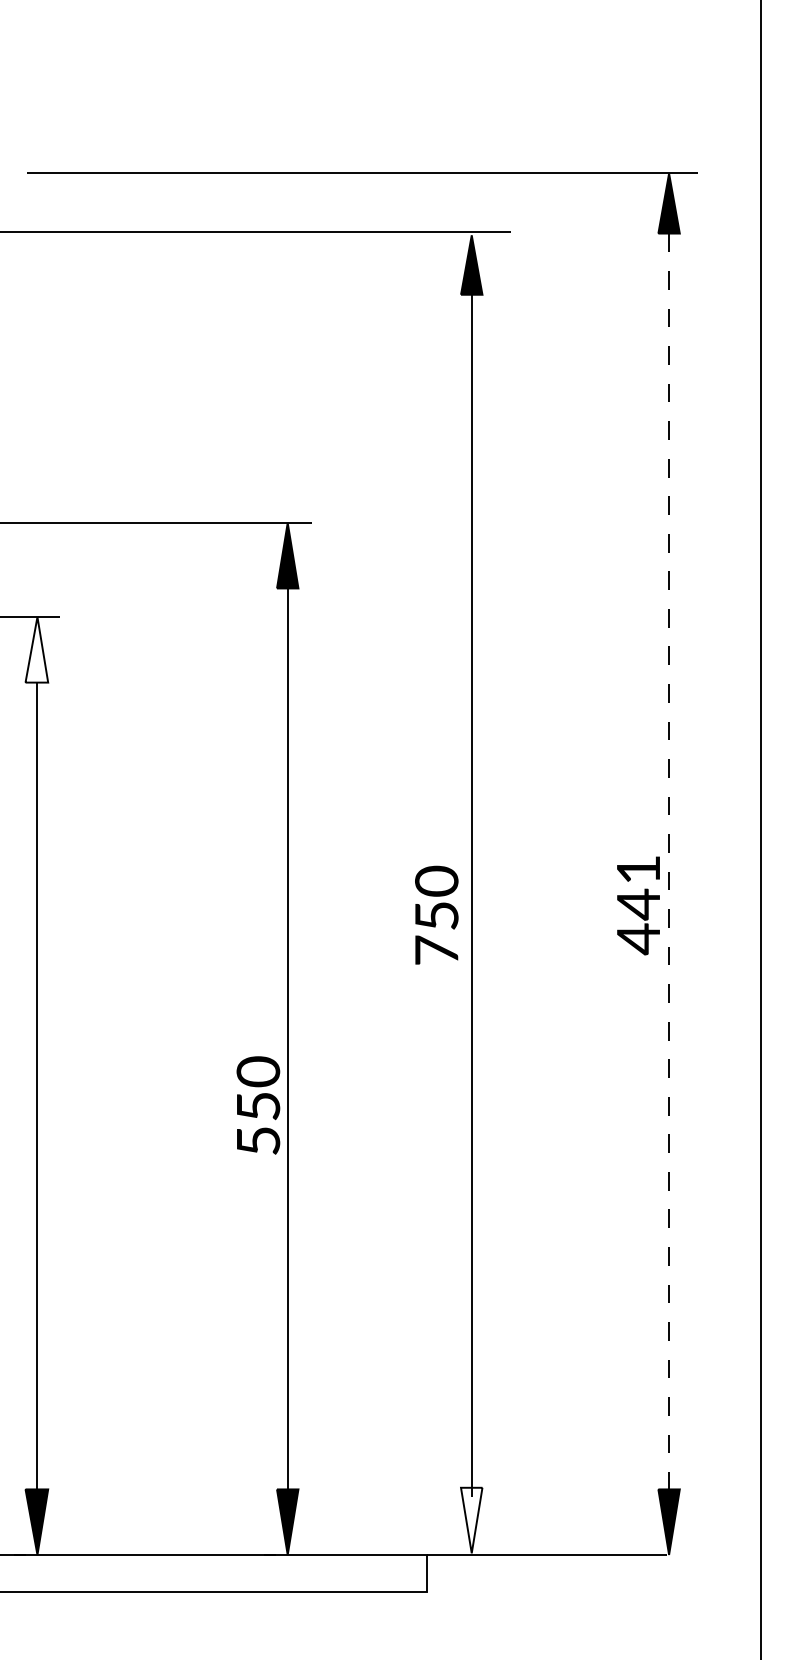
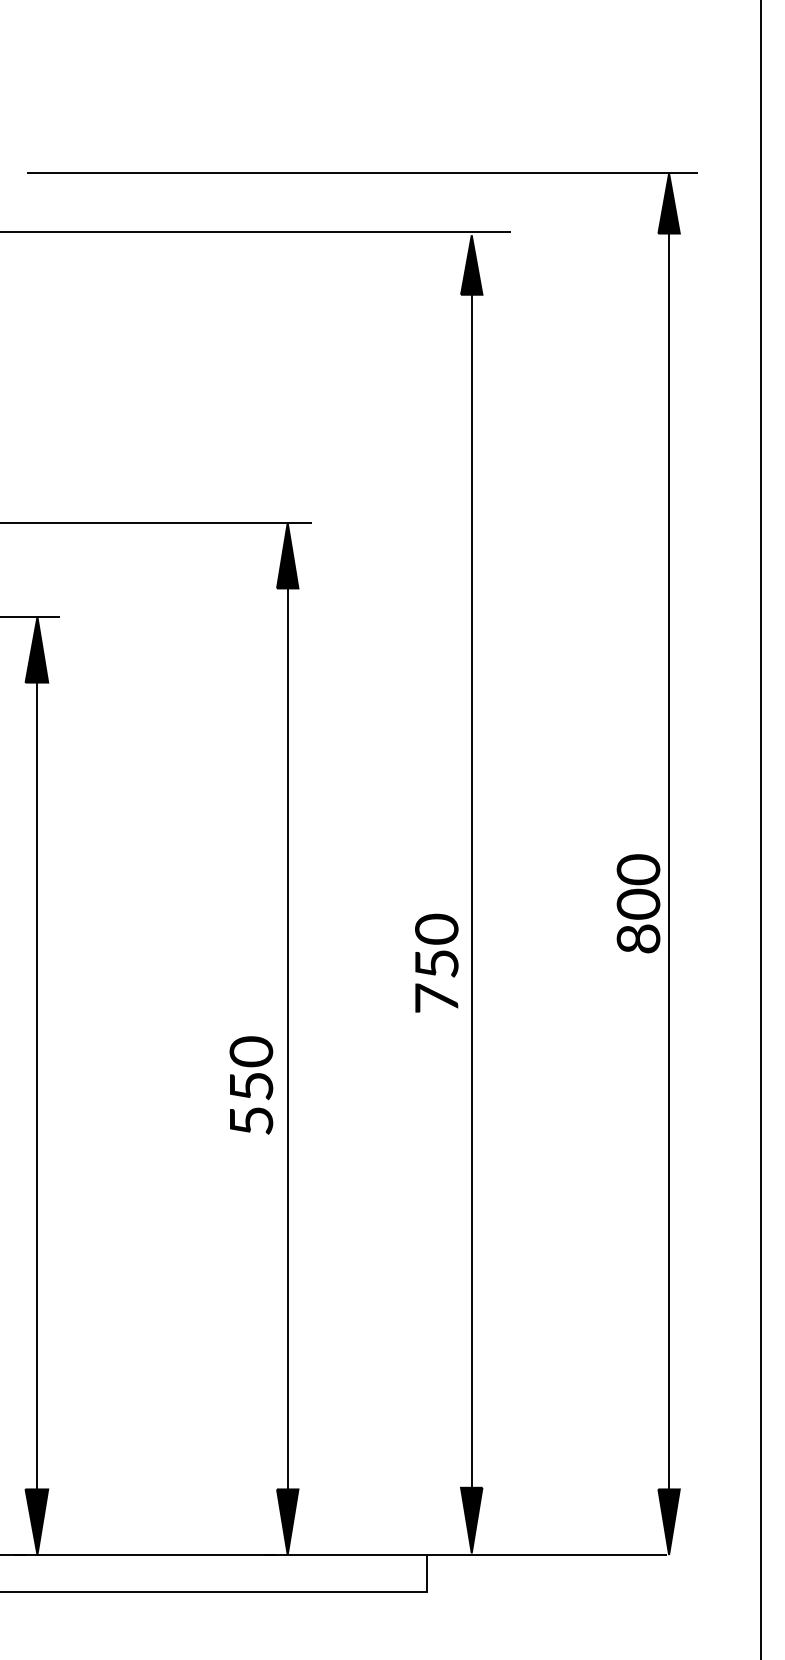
fill at (36, 649): none -> present
line at (669, 861): dashed -> solid
text at (638, 904): 441 -> 800
text at (436, 914) position: (436, 914) -> (436, 962)
text at (258, 1105) position: (258, 1105) -> (251, 1085)
fill at (471, 1520): none -> present
